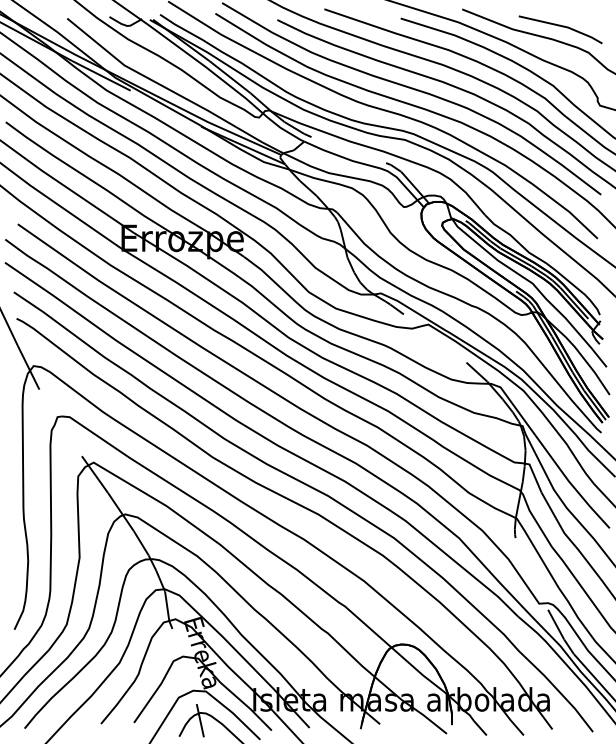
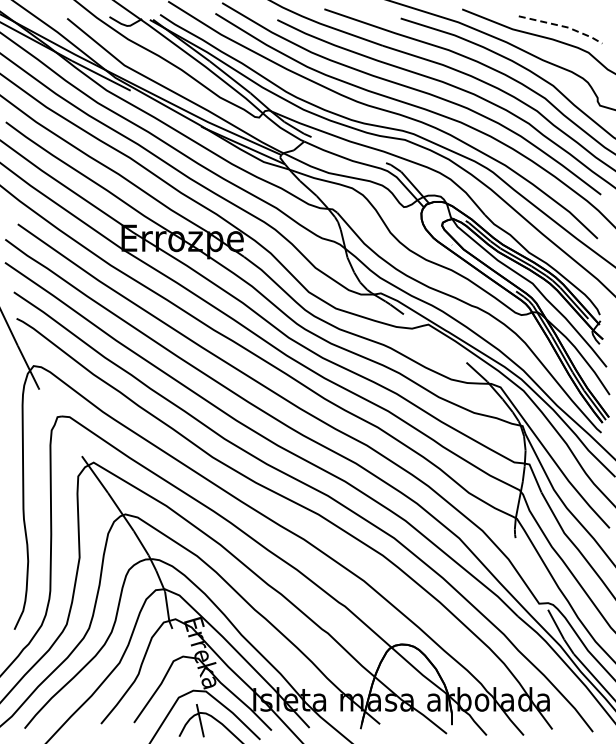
line at (563, 26): solid -> dashed
